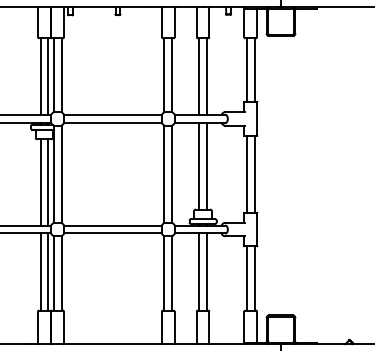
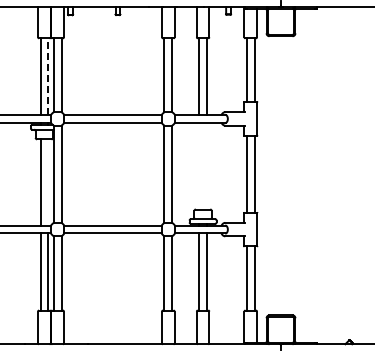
line at (48, 76): solid -> dashed
line at (199, 165): present -> none
line at (206, 165): present -> none
line at (48, 182): present -> none
